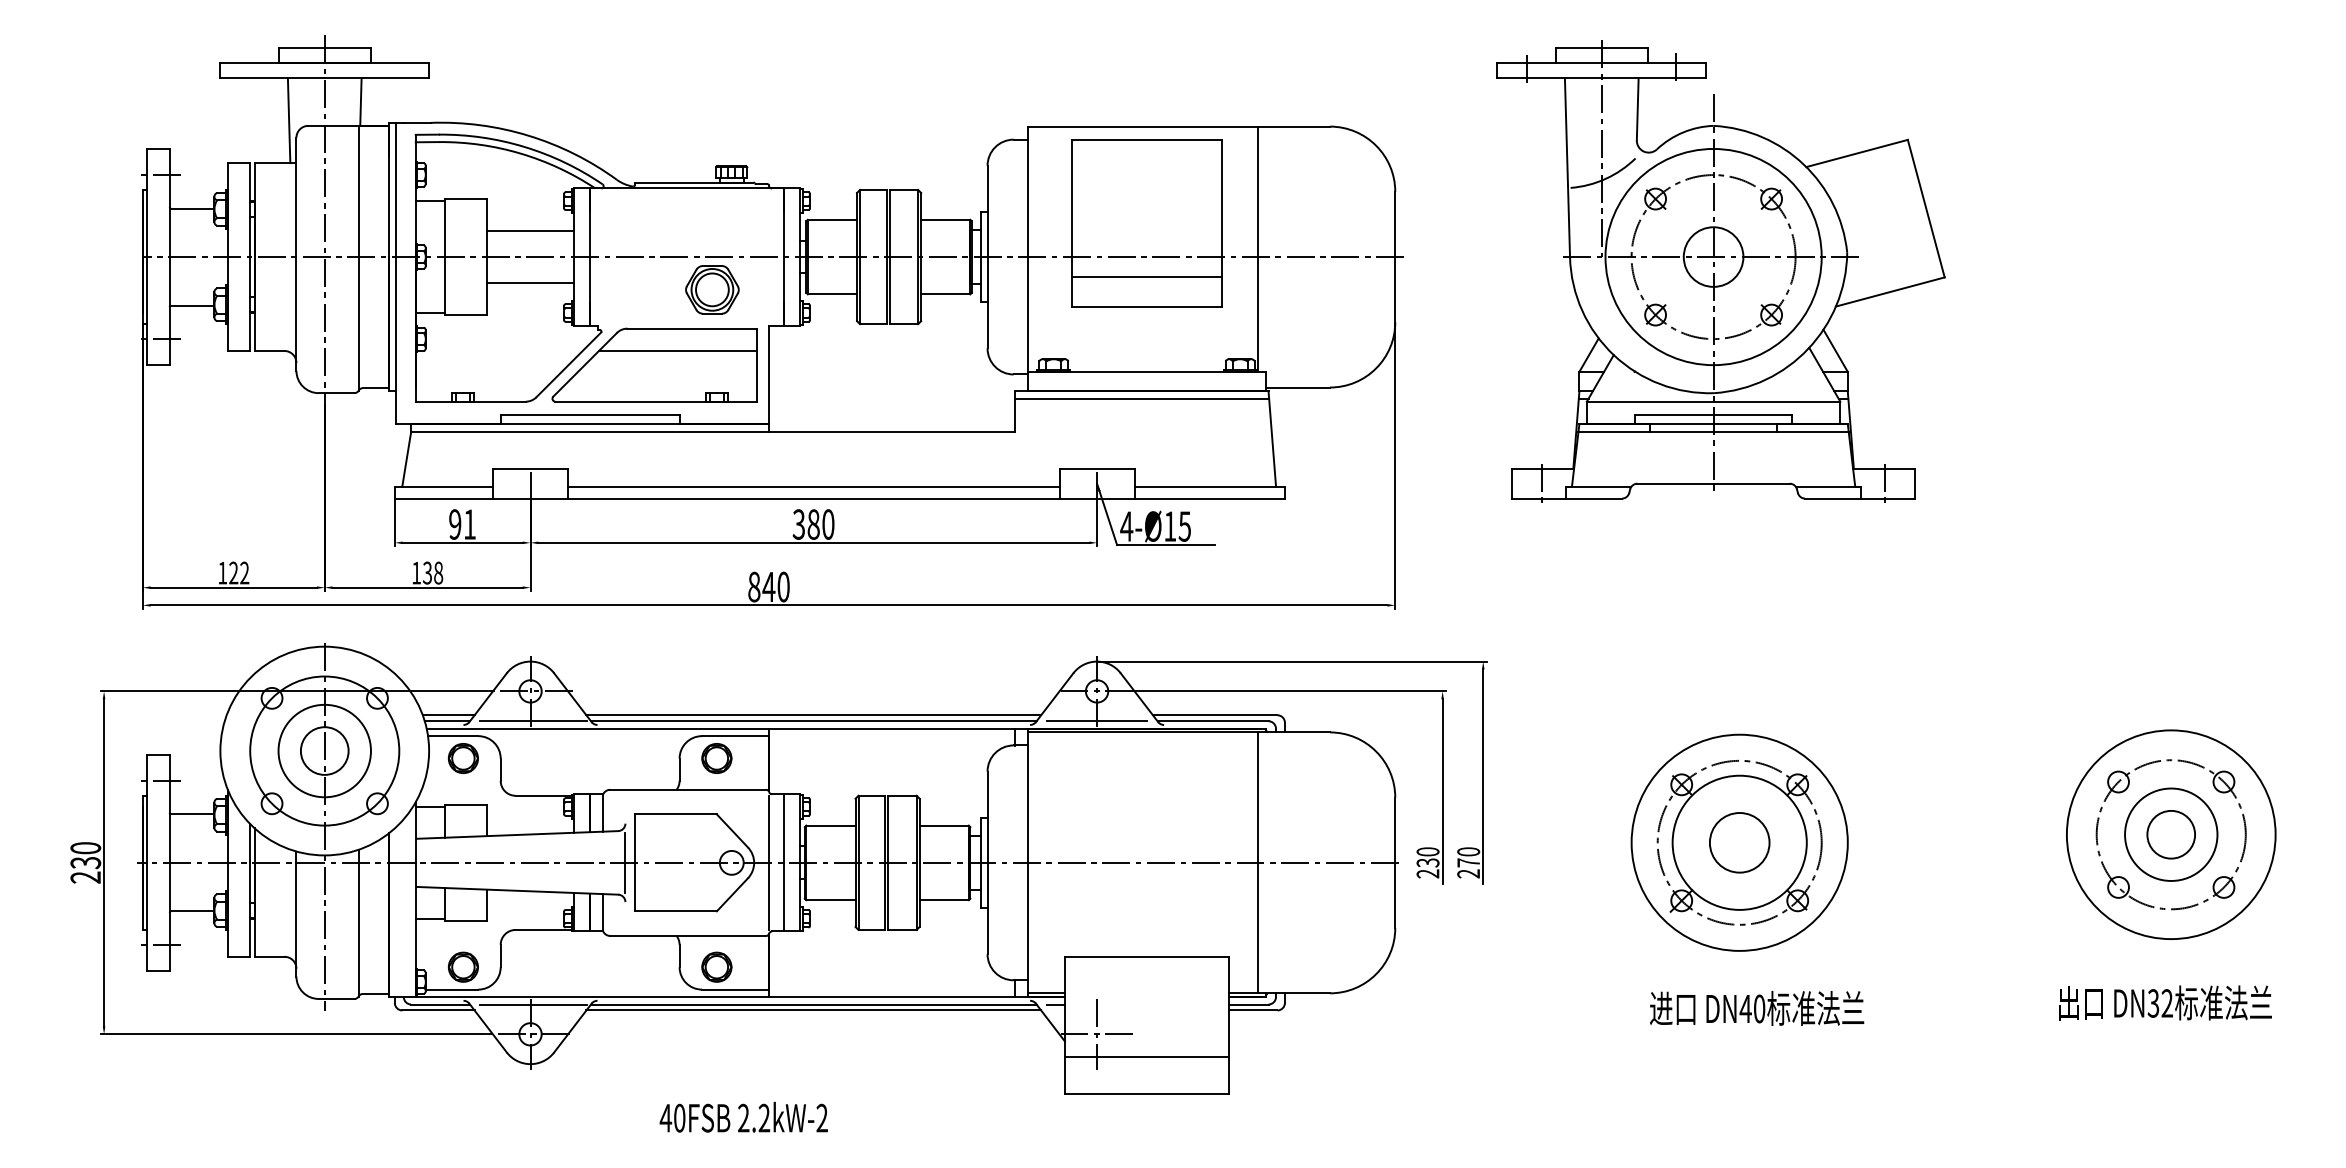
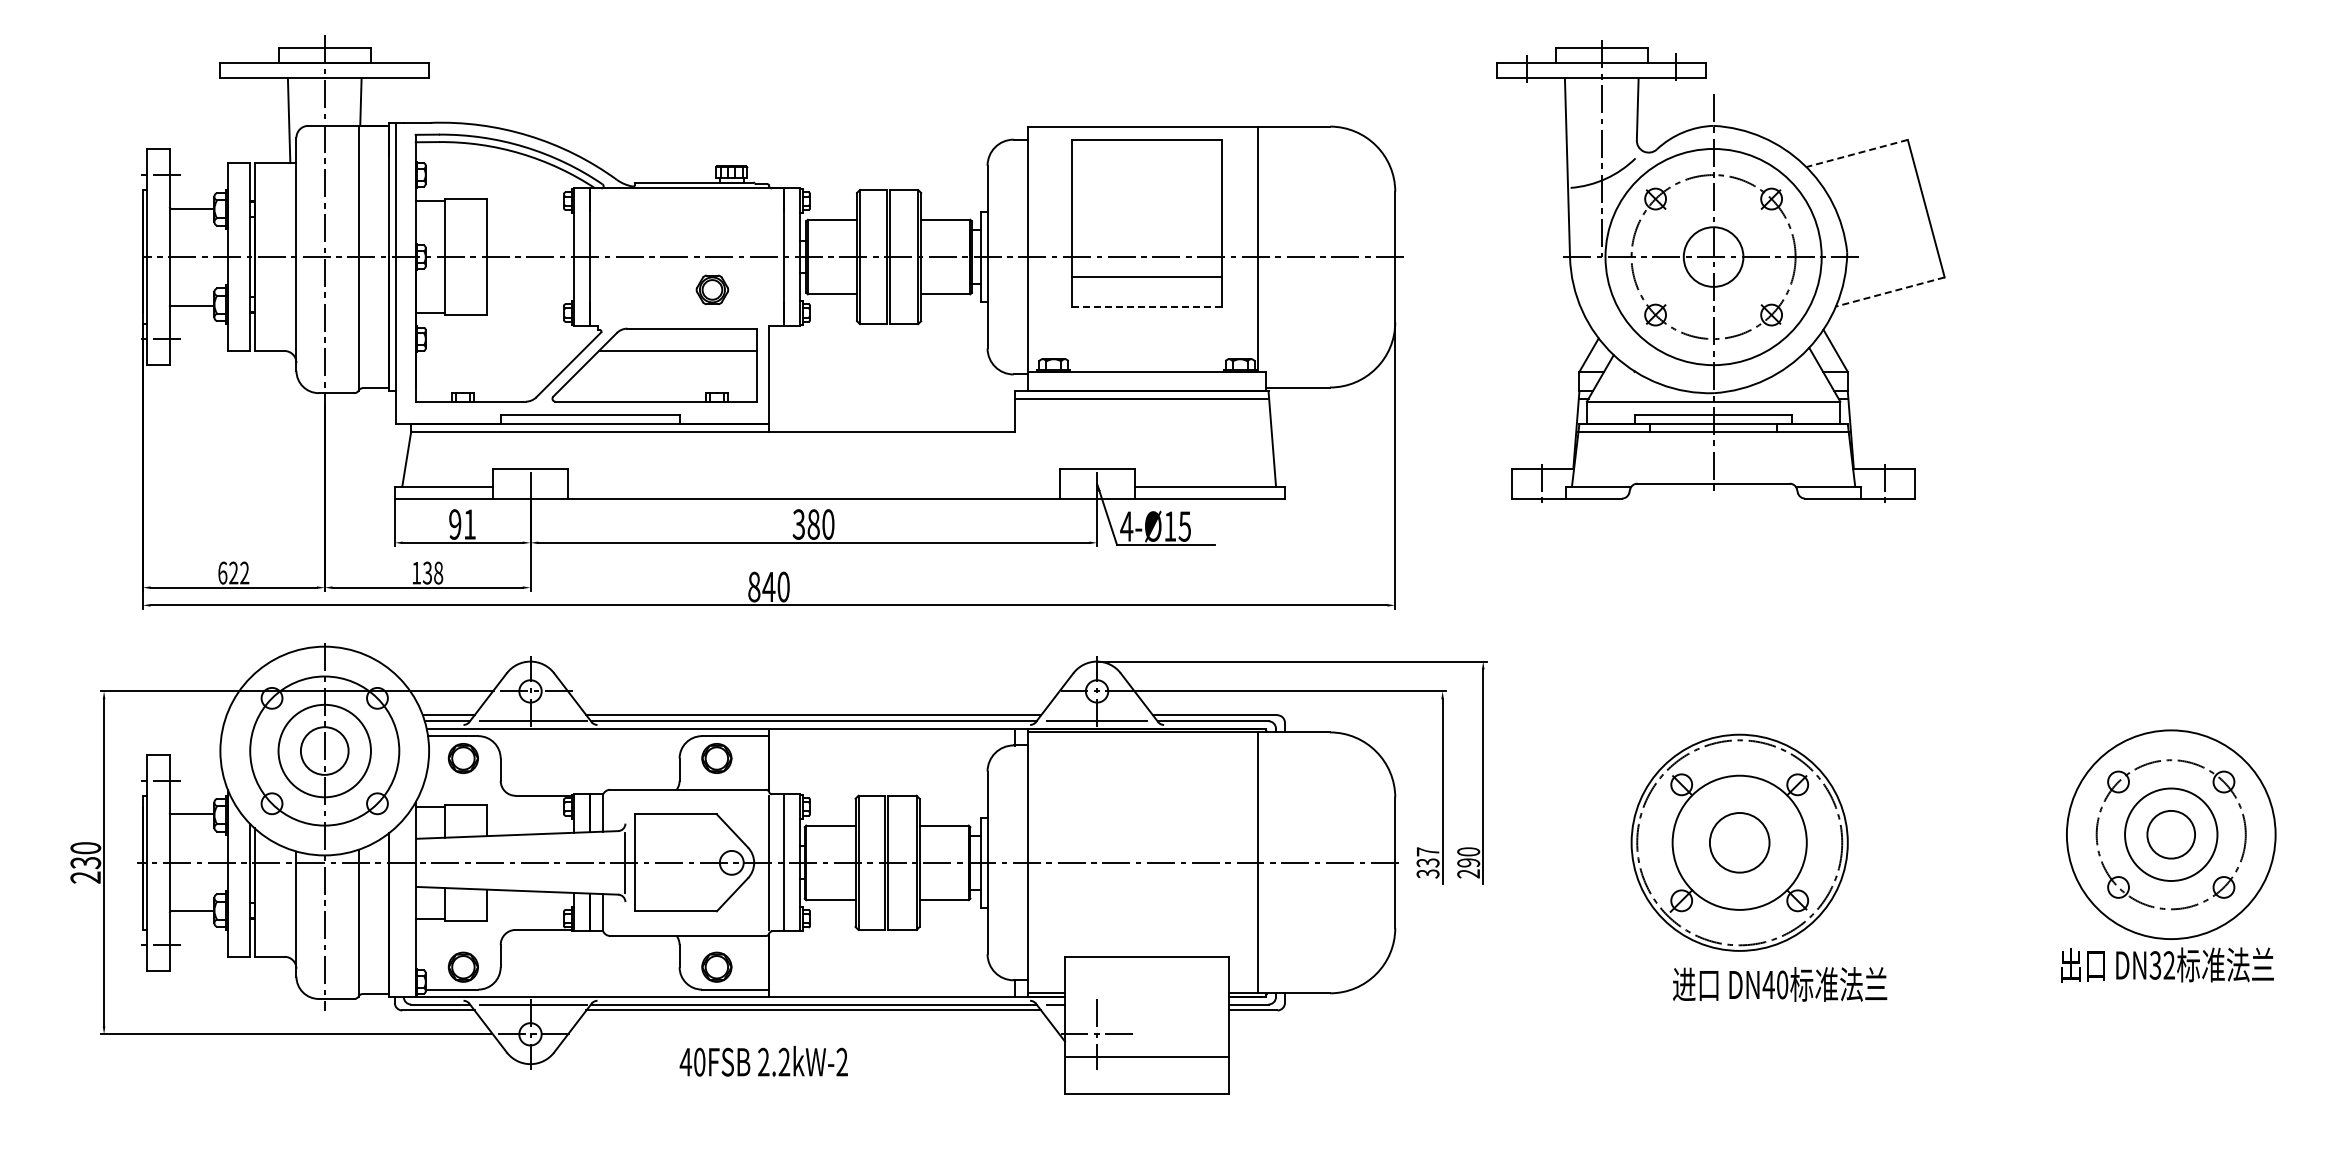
line at (1857, 153): solid -> dashed
line at (529, 230): present -> none
line at (529, 283): present -> none
part at (712, 289) size: 55x50 px -> 35x32 px
line at (1889, 292): solid -> dashed
line at (1147, 307): solid -> dashed
line at (813, 486): present -> none
text at (222, 572): 122 -> 622
circle at (1739, 842) diameter: 164 px -> 205 px
text at (1427, 862): 230 -> 337
text at (1468, 862): 270 -> 290
text at (2165, 1002) position: (2165, 1002) -> (2167, 964)
text at (1757, 1008) position: (1757, 1008) -> (1780, 984)
text at (743, 1116) position: (743, 1116) -> (763, 1060)
